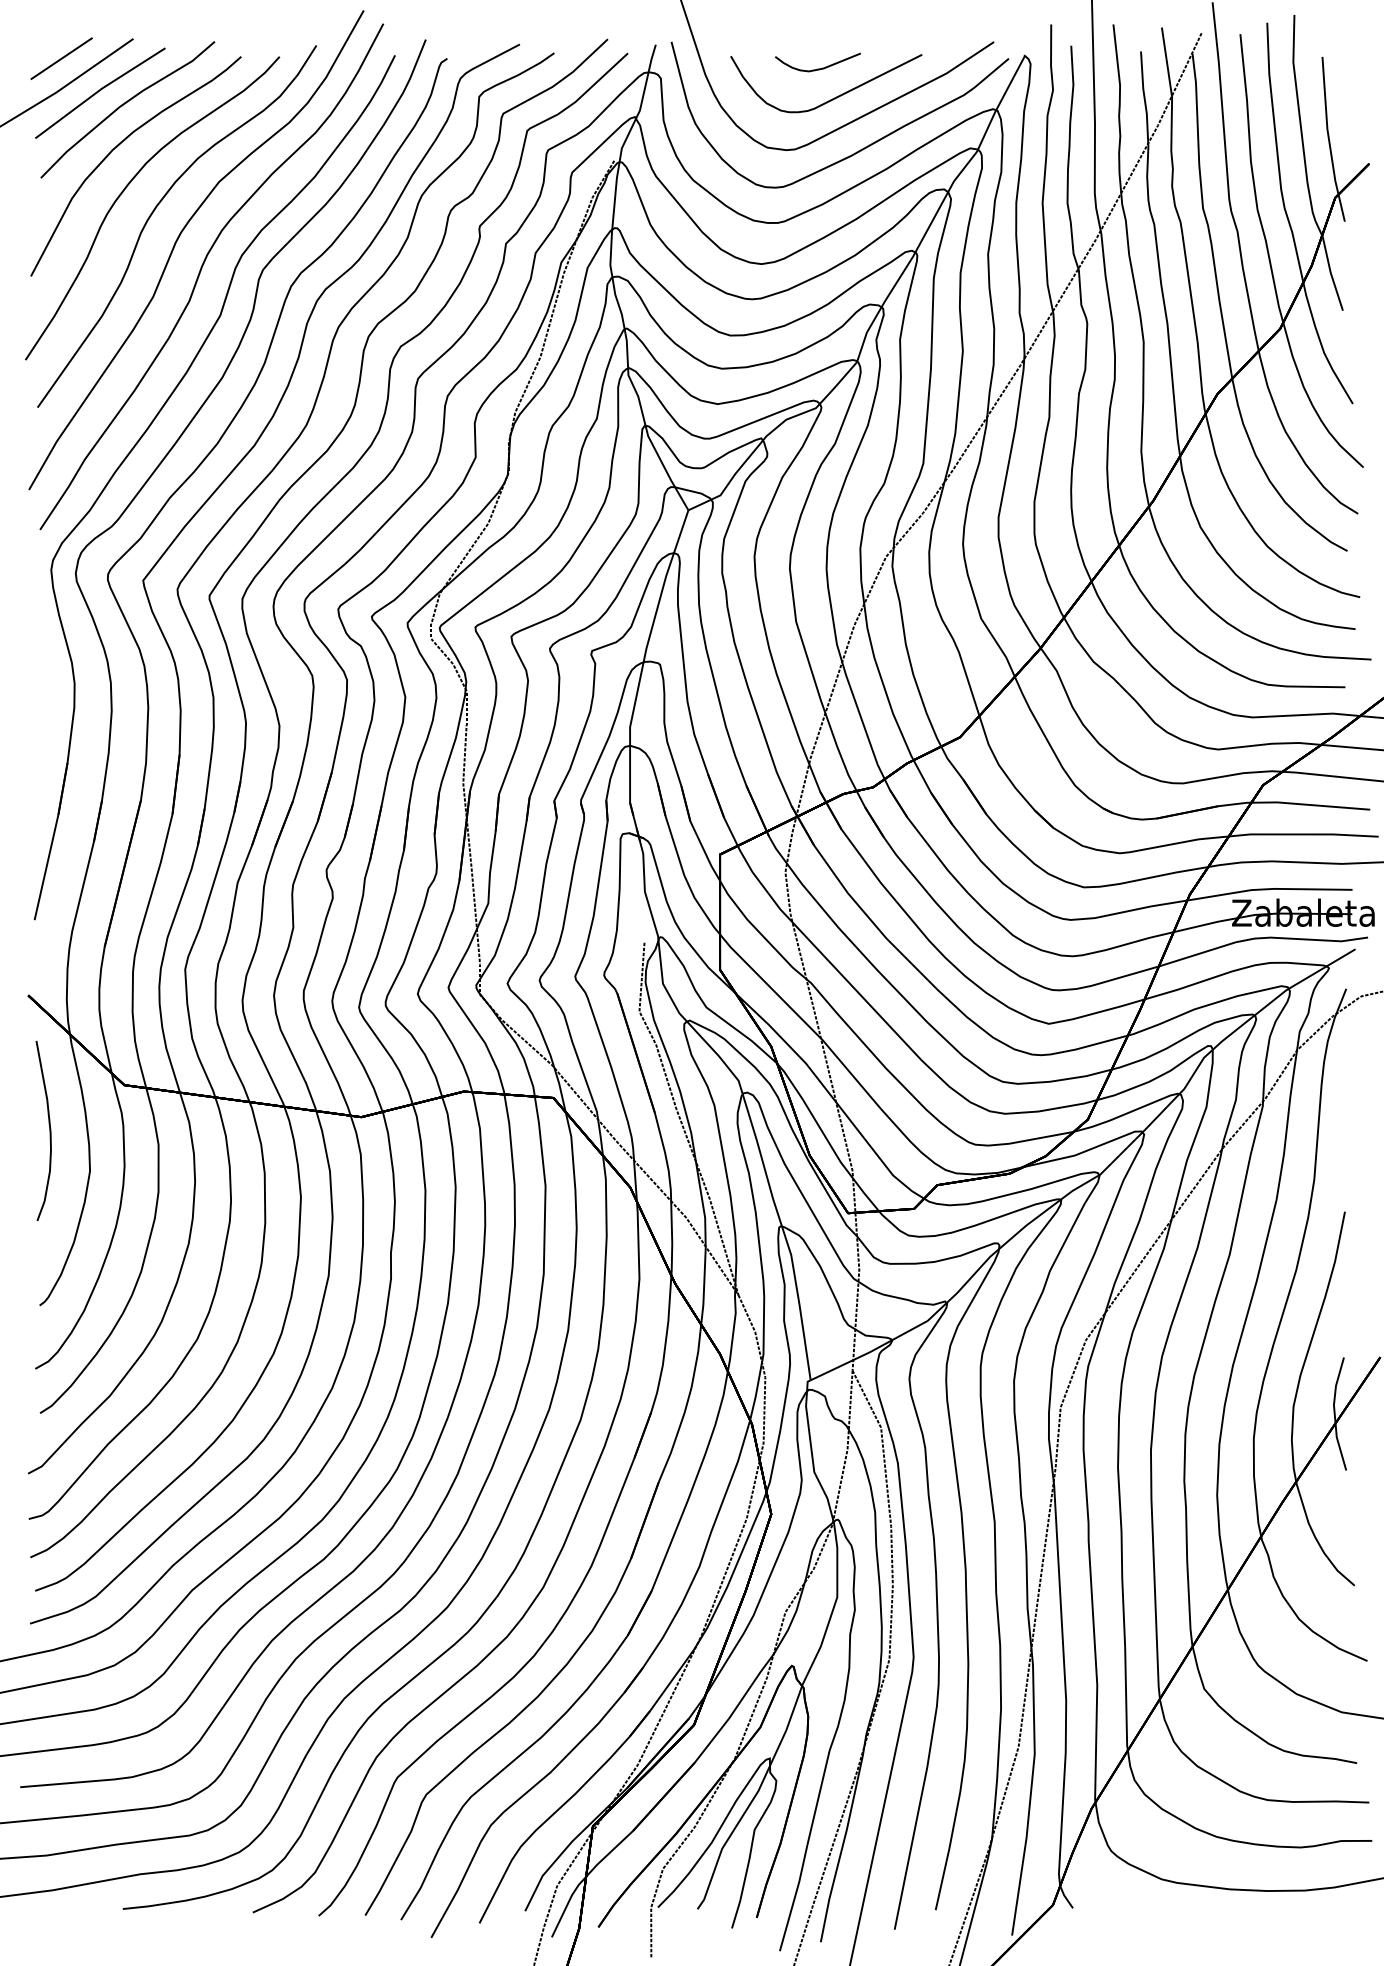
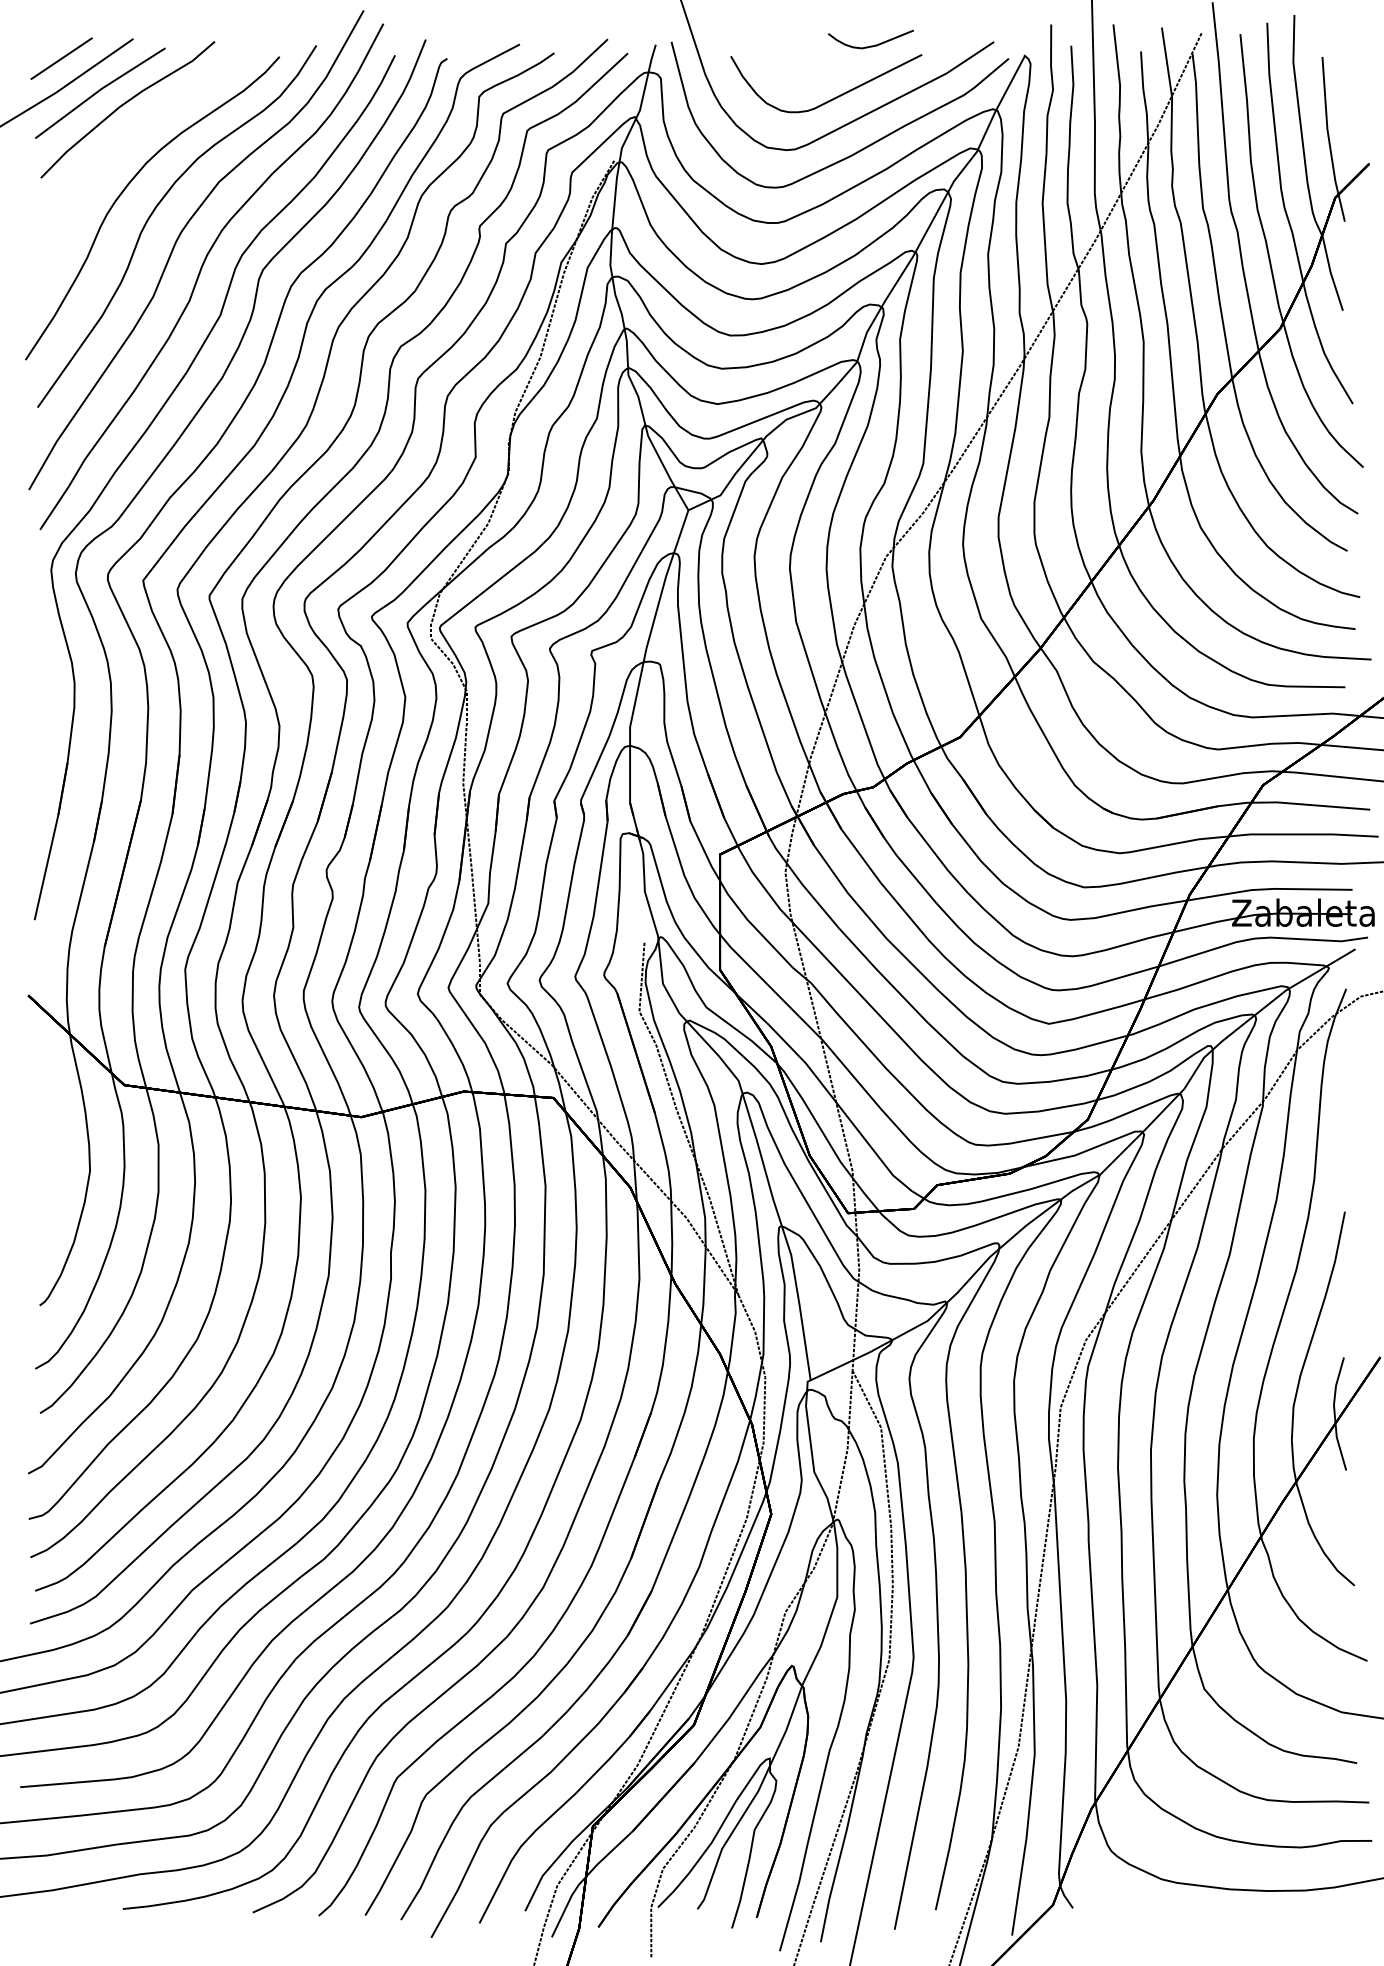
curve at (817, 68) position: (817, 68) -> (870, 45)
curve at (117, 147): present -> none
curve at (49, 1130): present -> none
